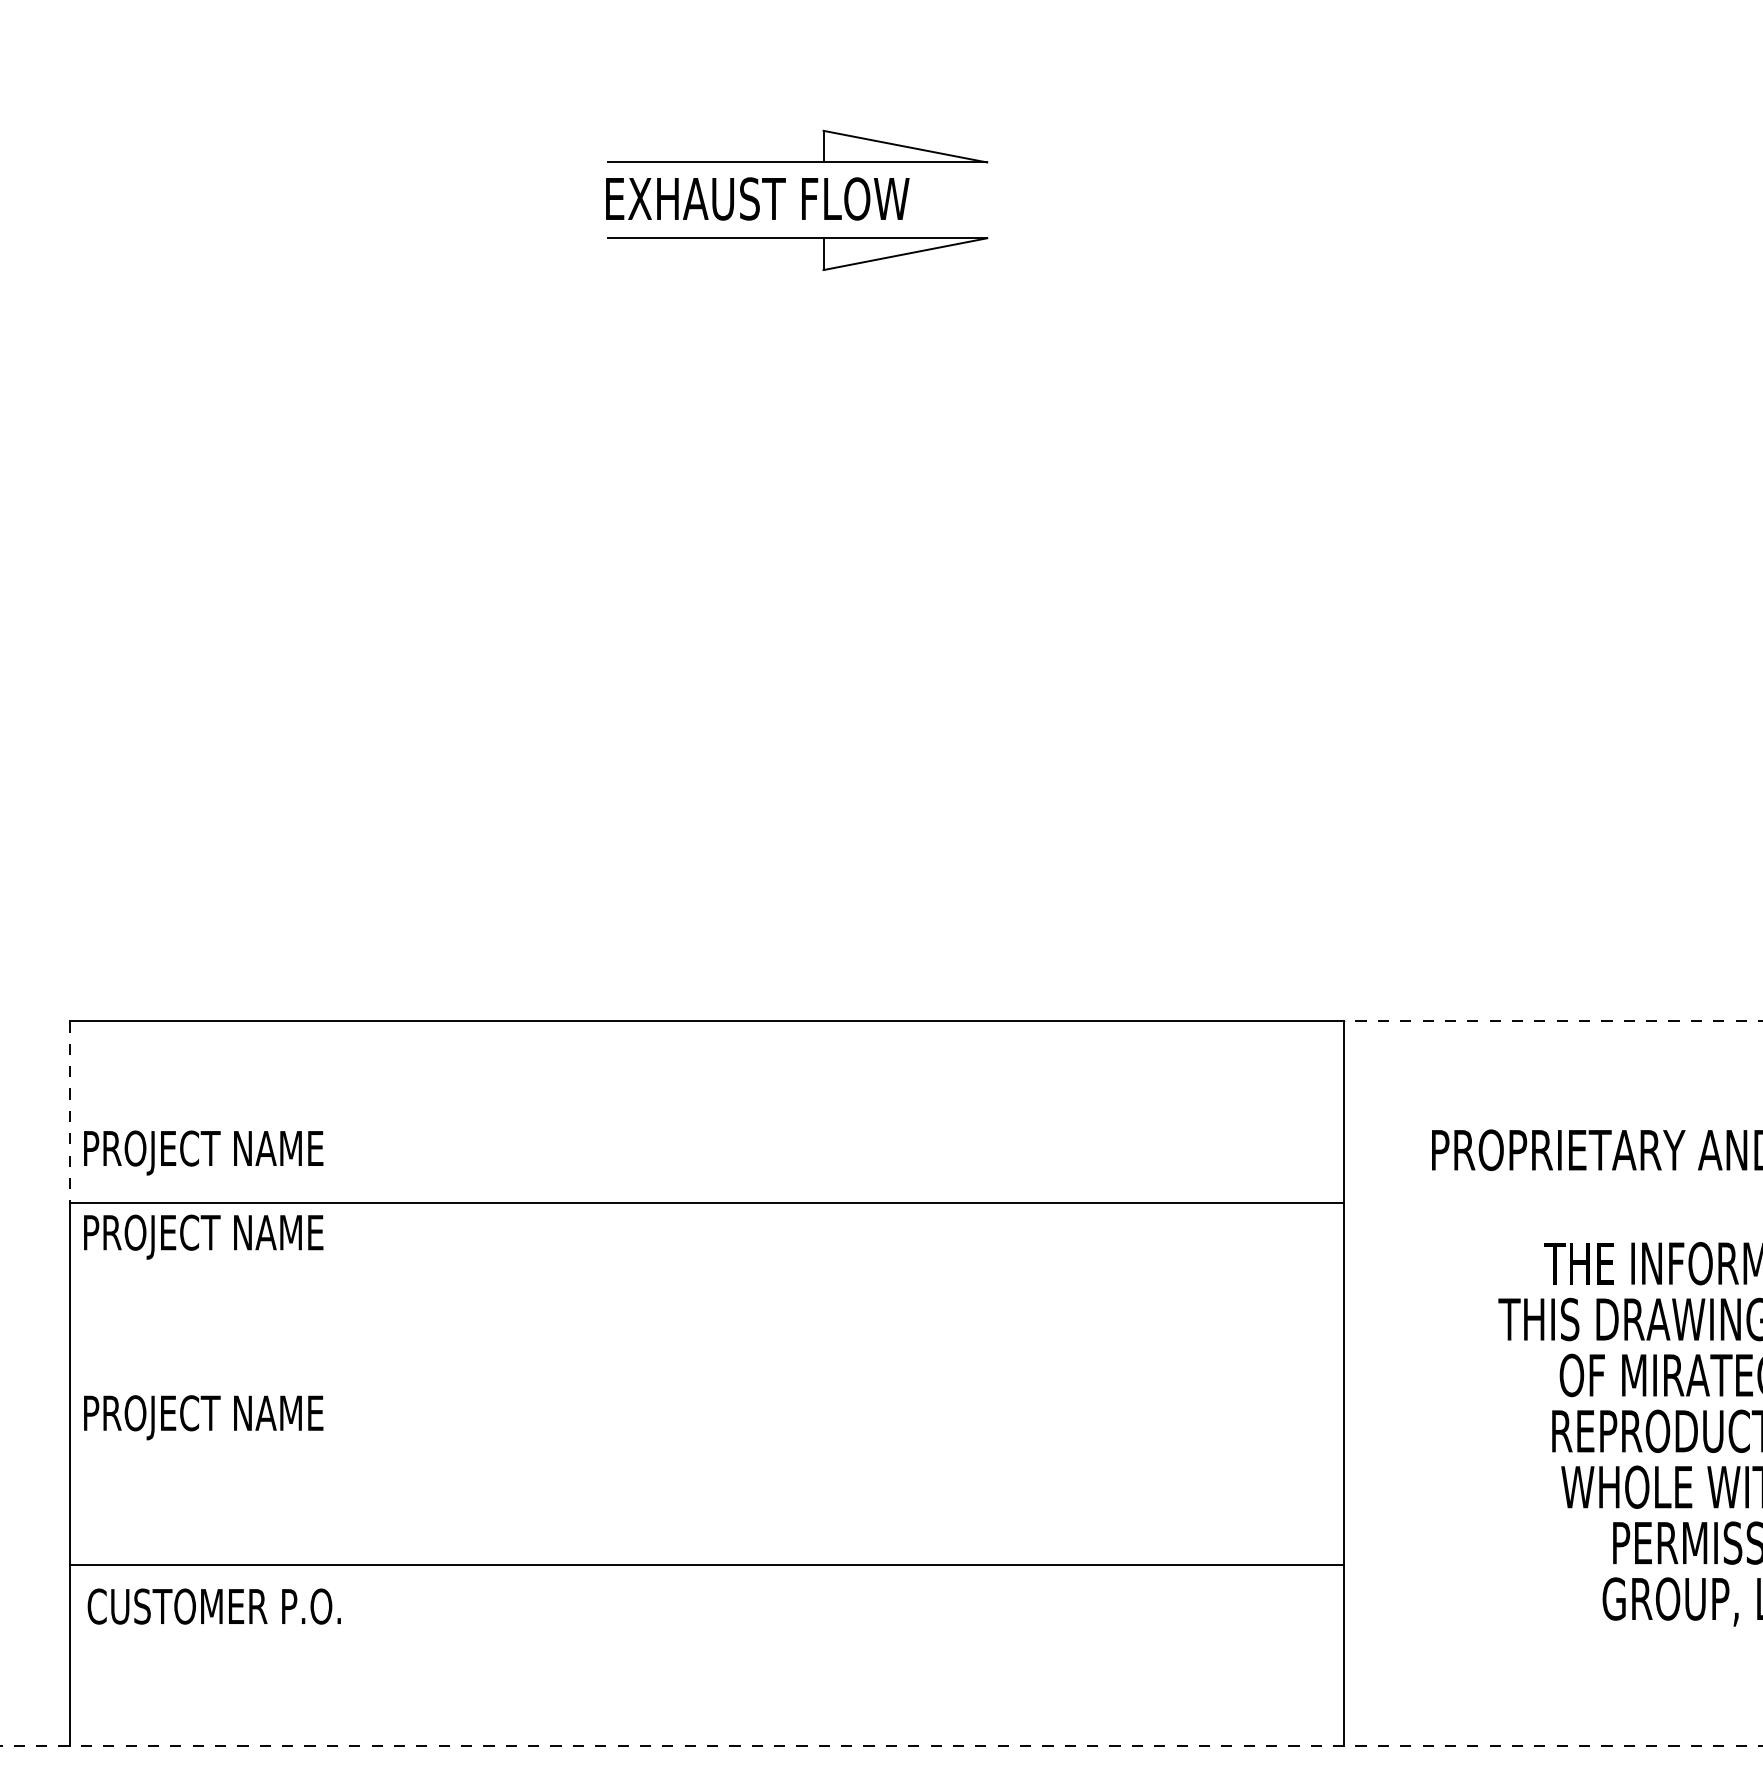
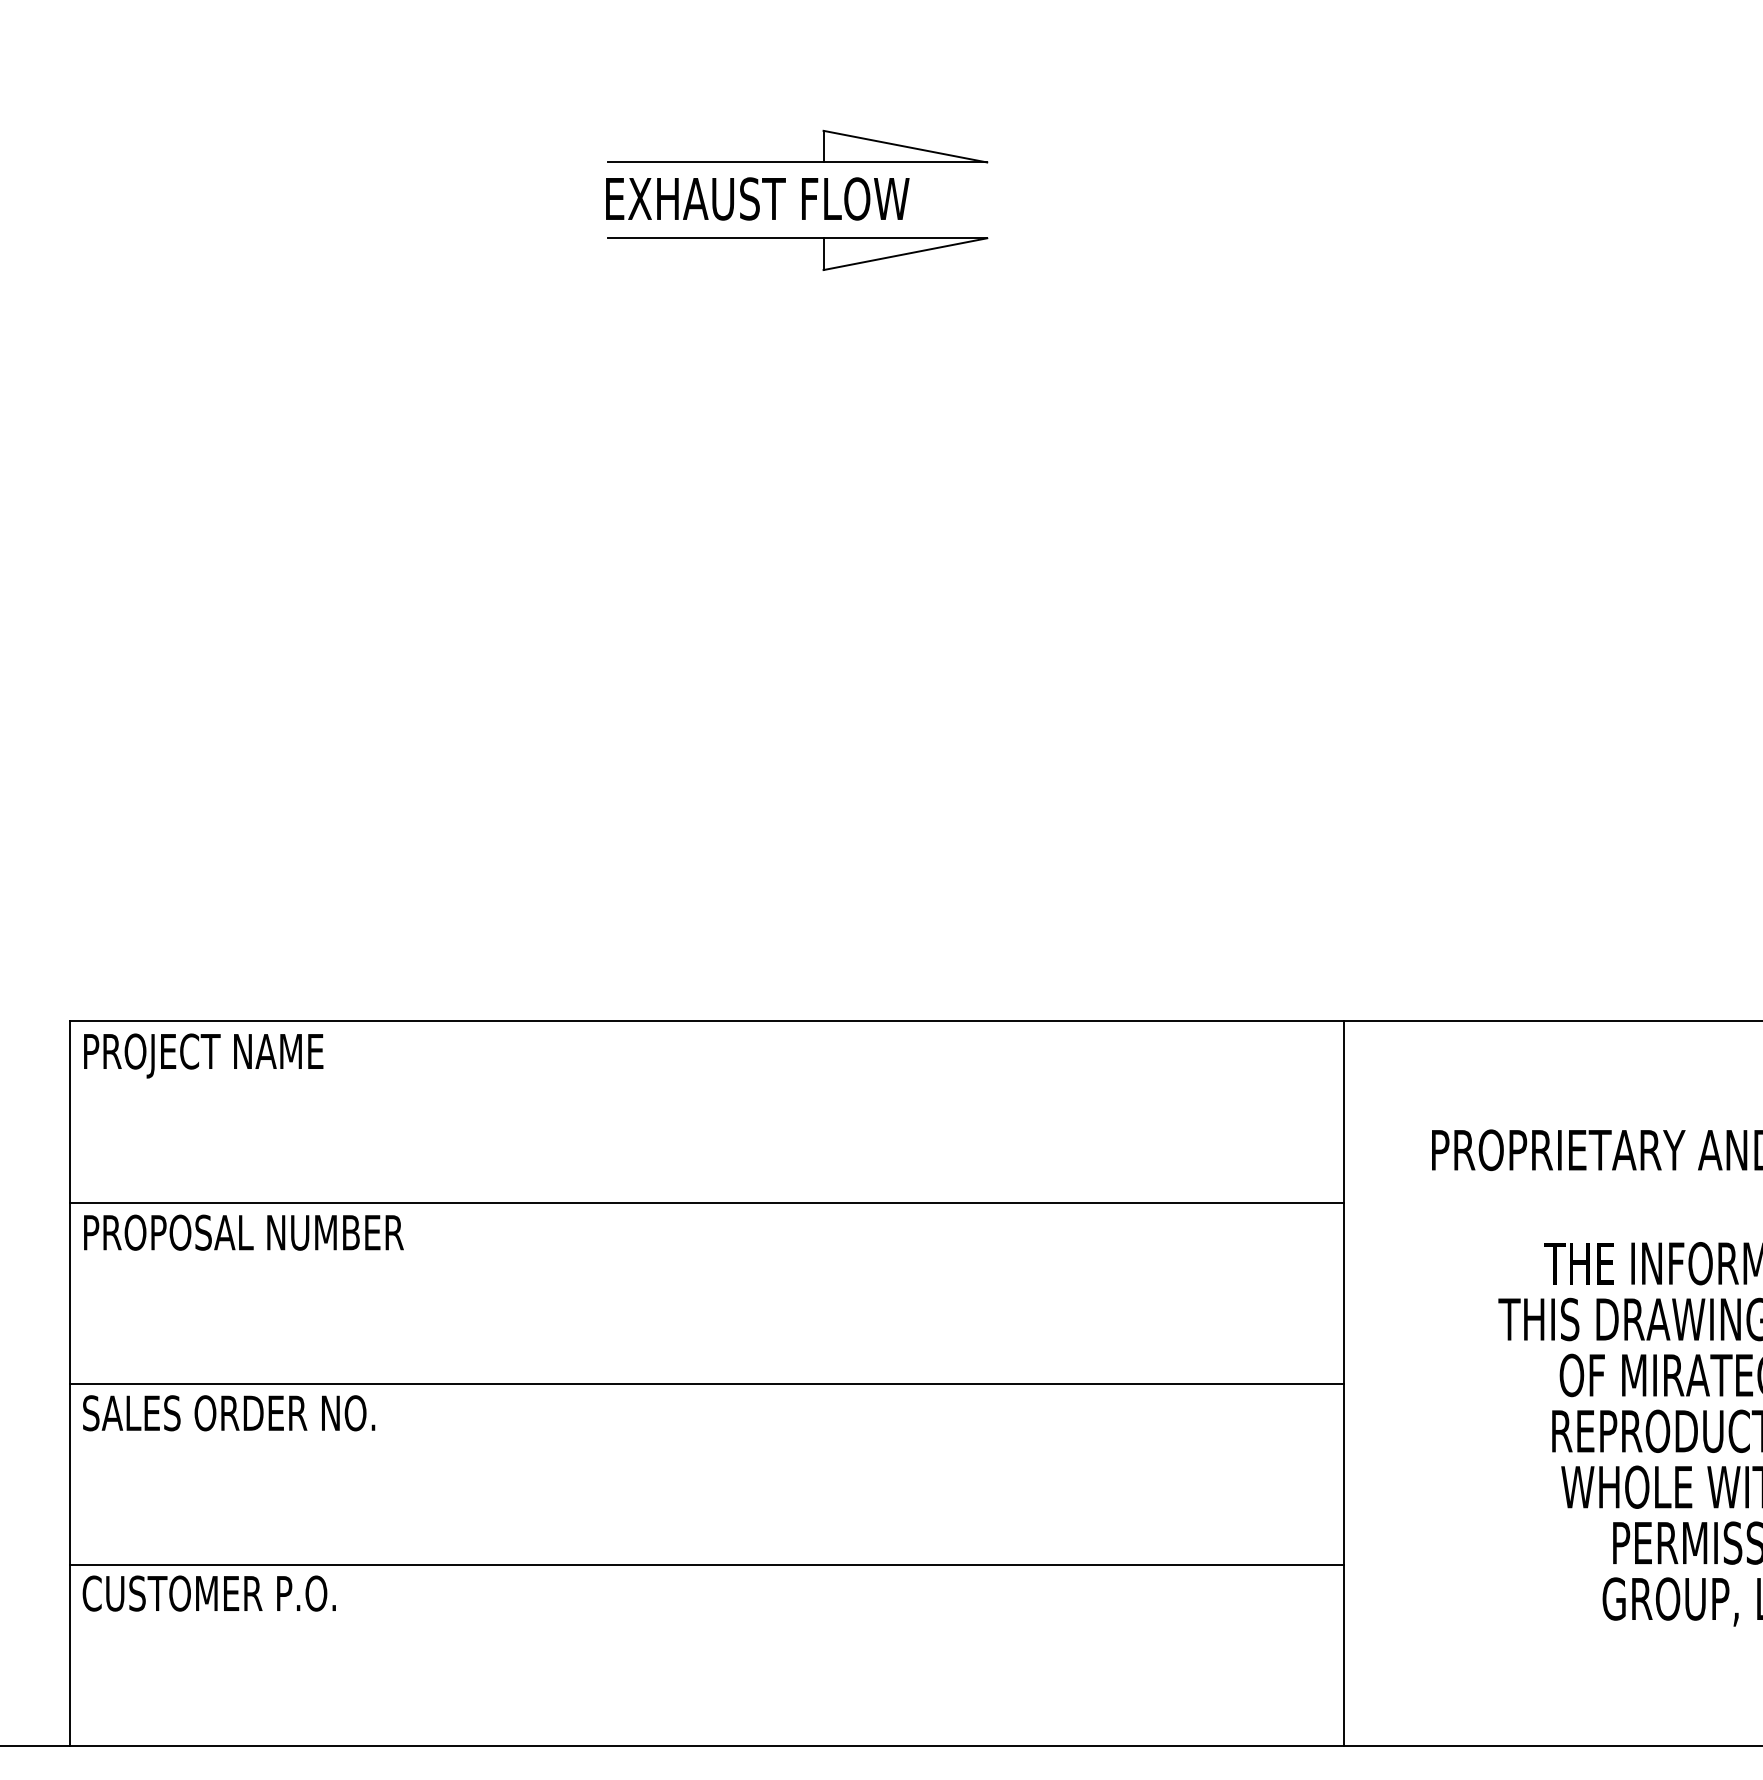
line at (1553, 1021): dashed -> solid
line at (69, 1111): dashed -> solid
text at (203, 1152) position: (203, 1152) -> (203, 1055)
text at (274, 1236): PROJECT NAME -> PROPOSAL NUMBER
line at (706, 1383): none -> present
text at (229, 1417): PROJECT NAME -> SALES ORDER NO.
text at (213, 1606) position: (213, 1606) -> (208, 1593)
line at (881, 1745): dashed -> solid
